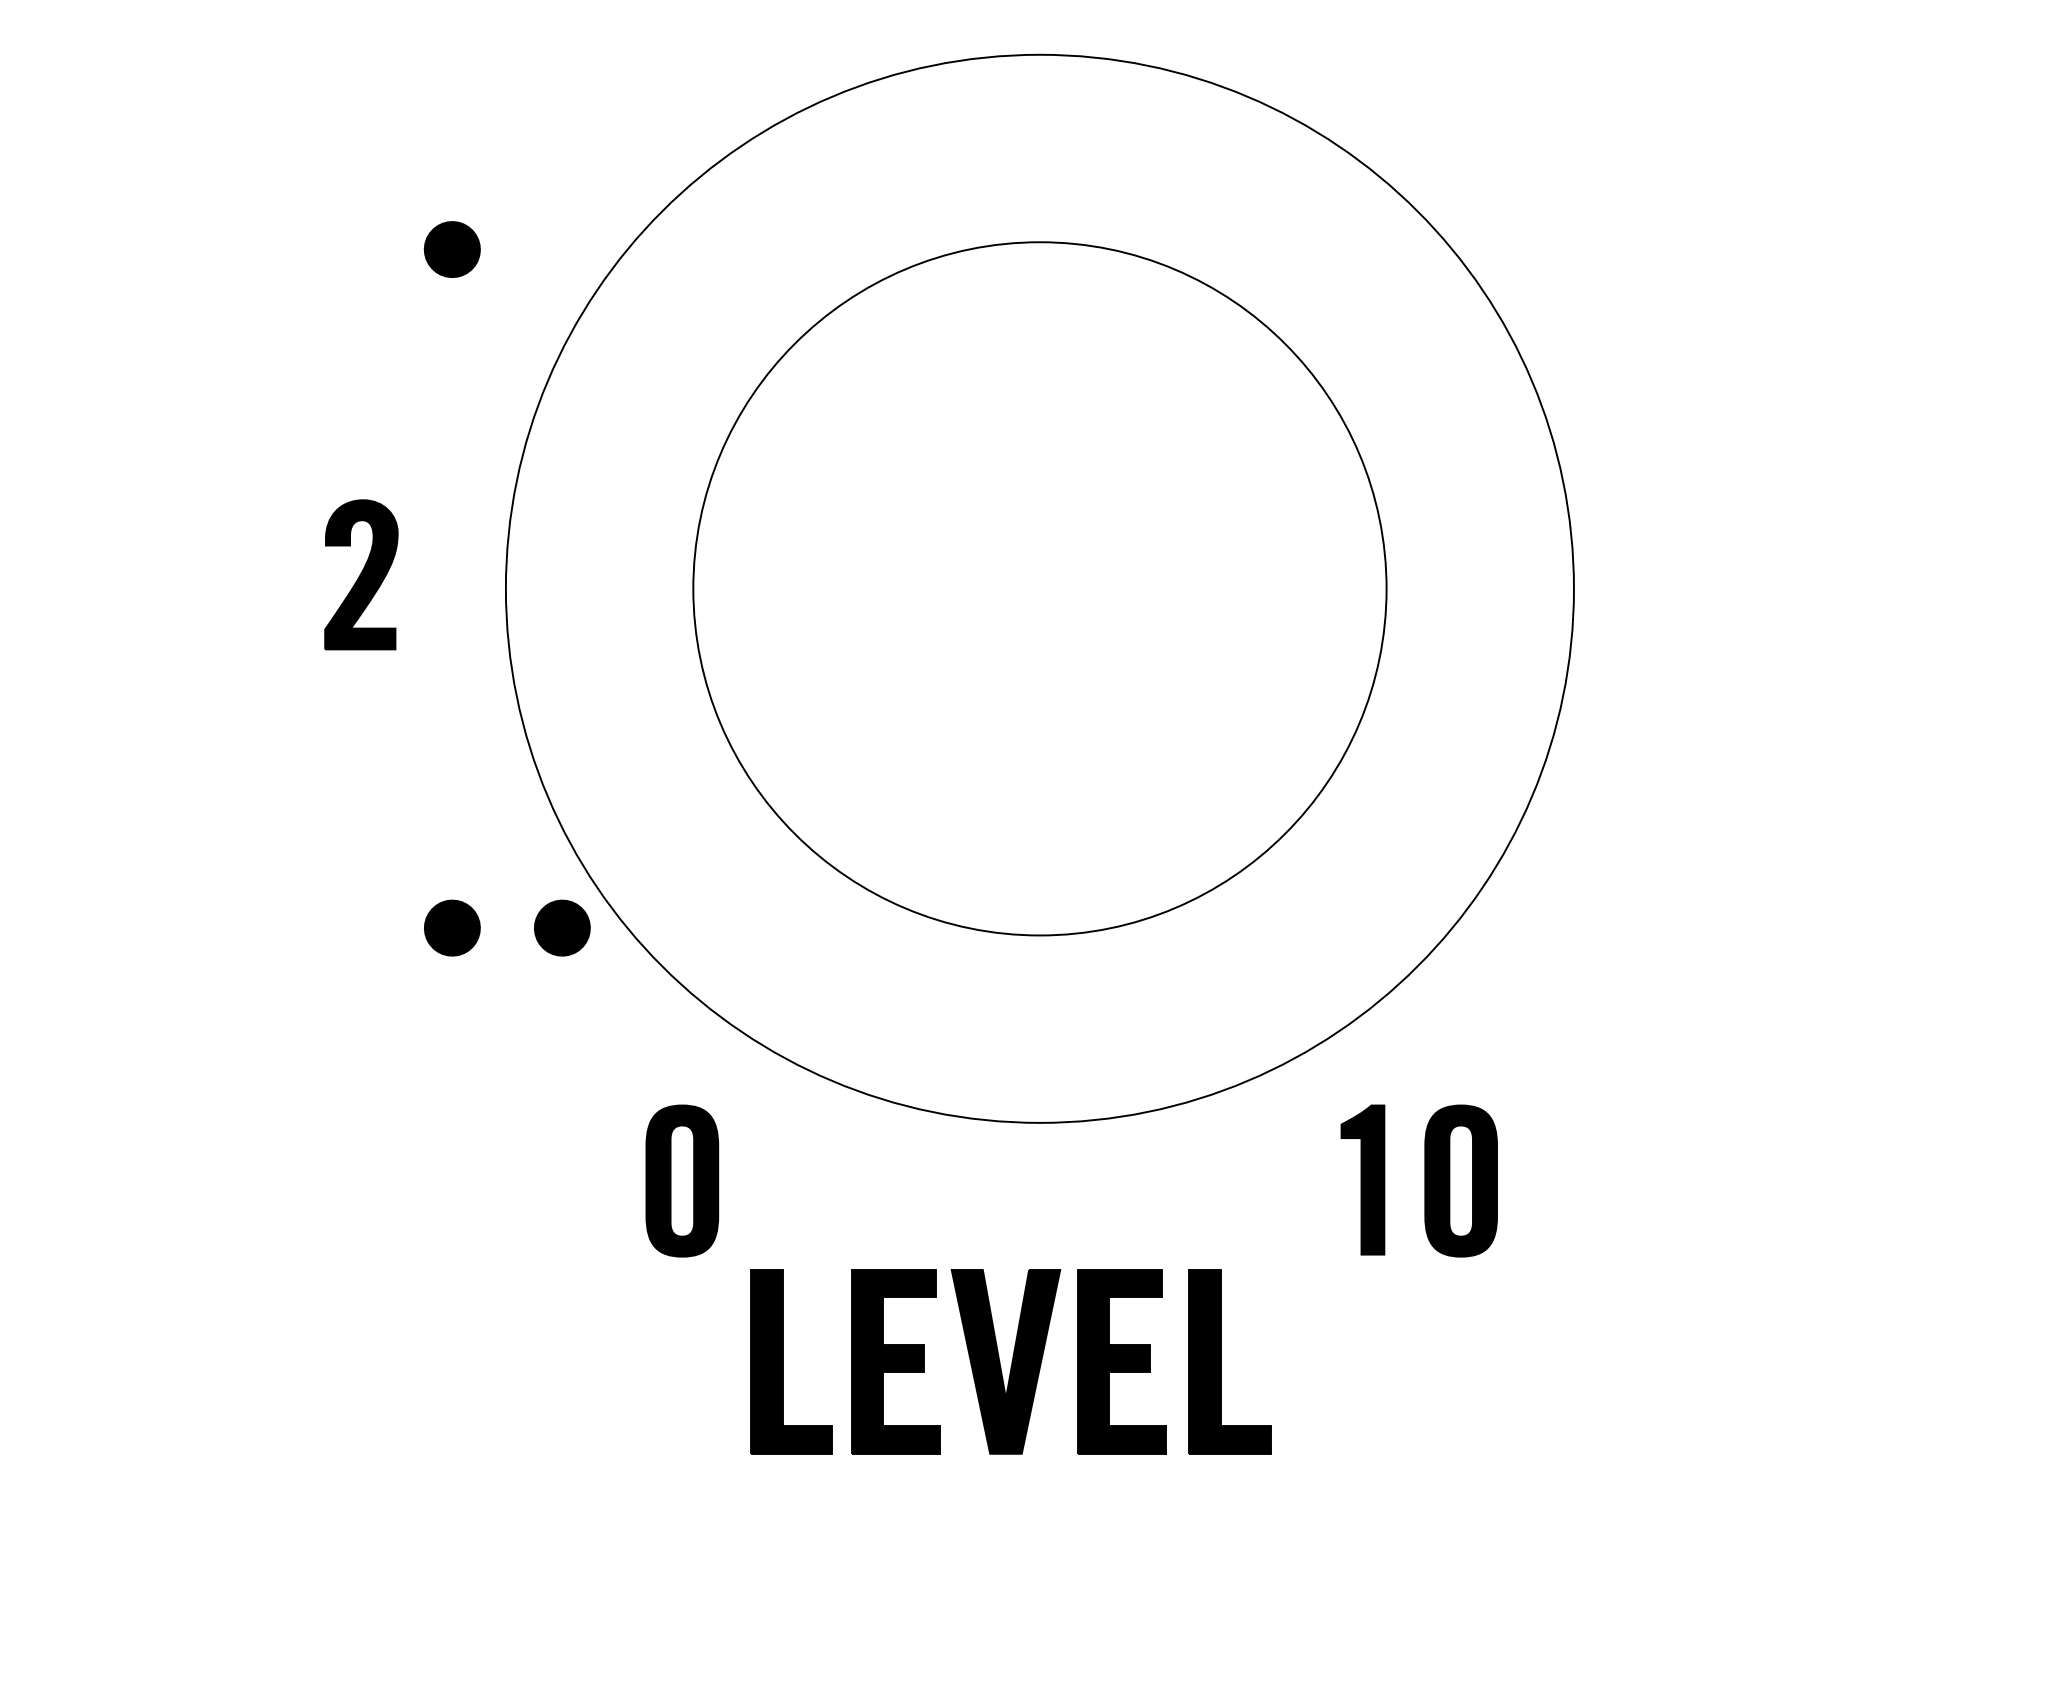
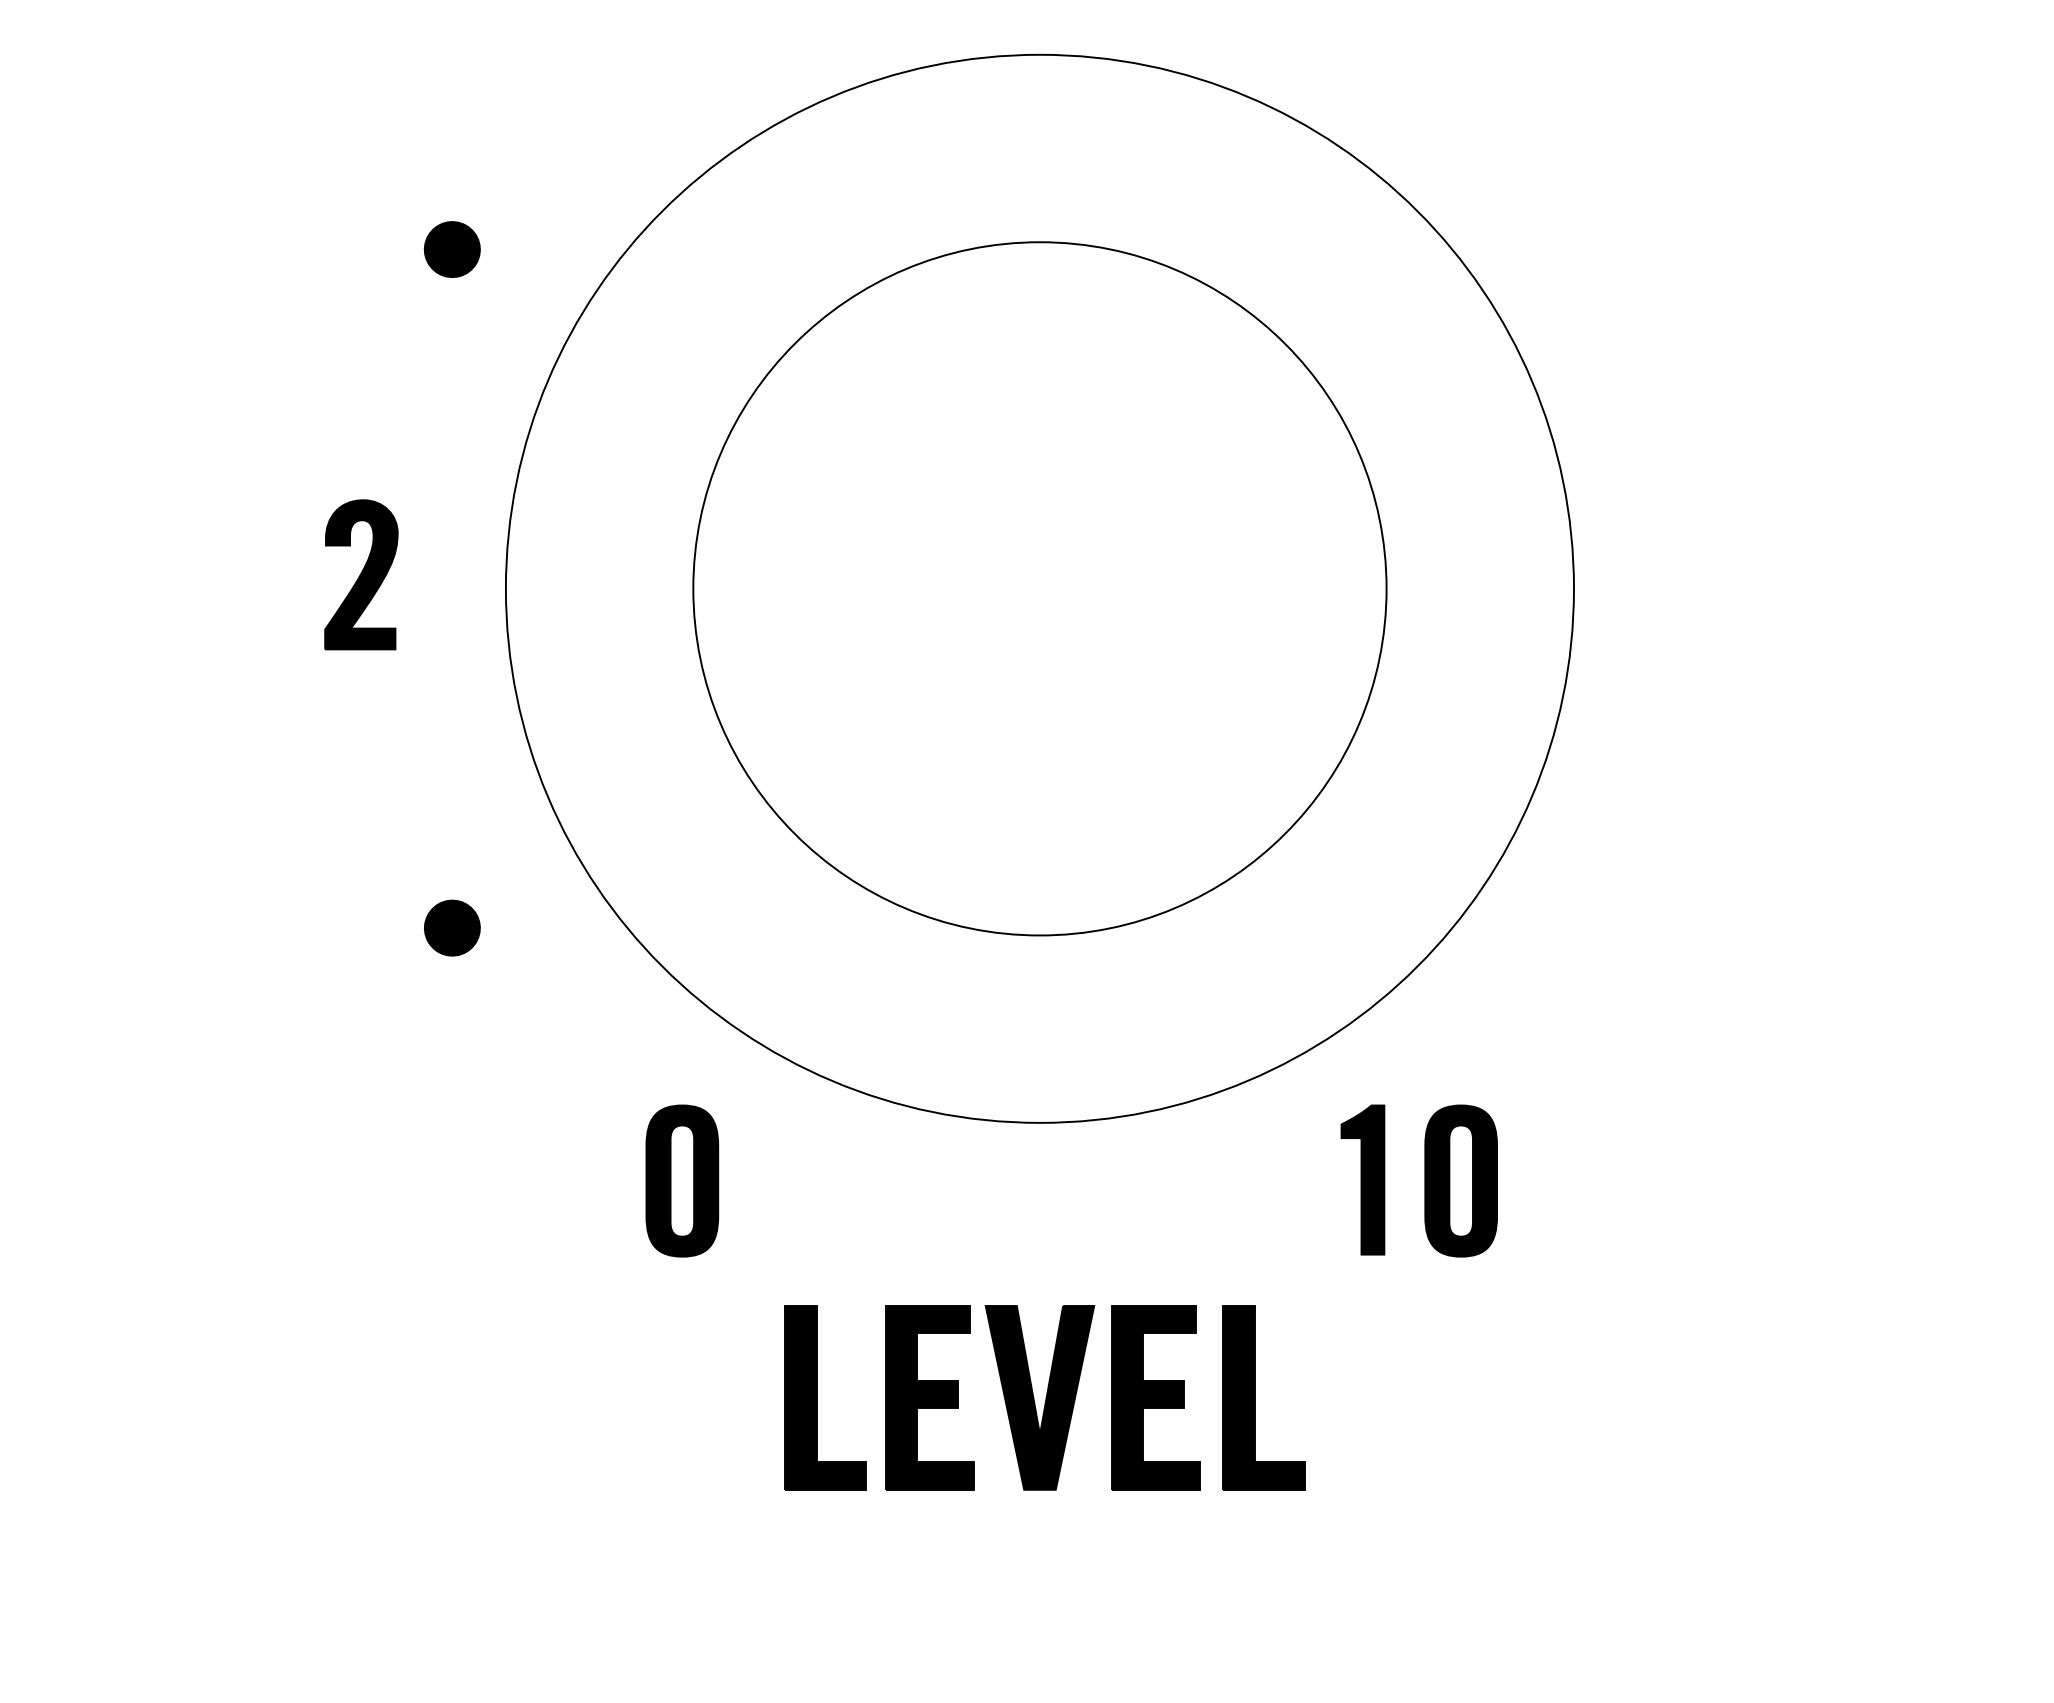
part at (562, 927): present -> none
part at (1010, 1361) position: (1010, 1361) -> (1044, 1397)
